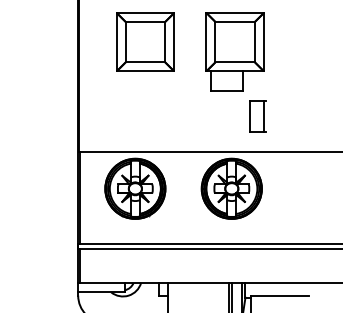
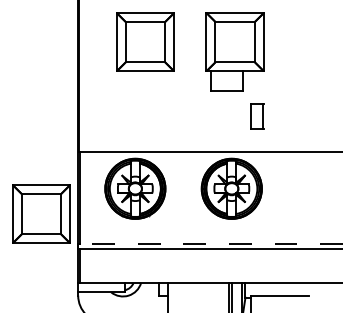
part at (257, 116) size: 18x33 px -> 15x27 px
part at (41, 213): none -> present
line at (211, 244): solid -> dashed
